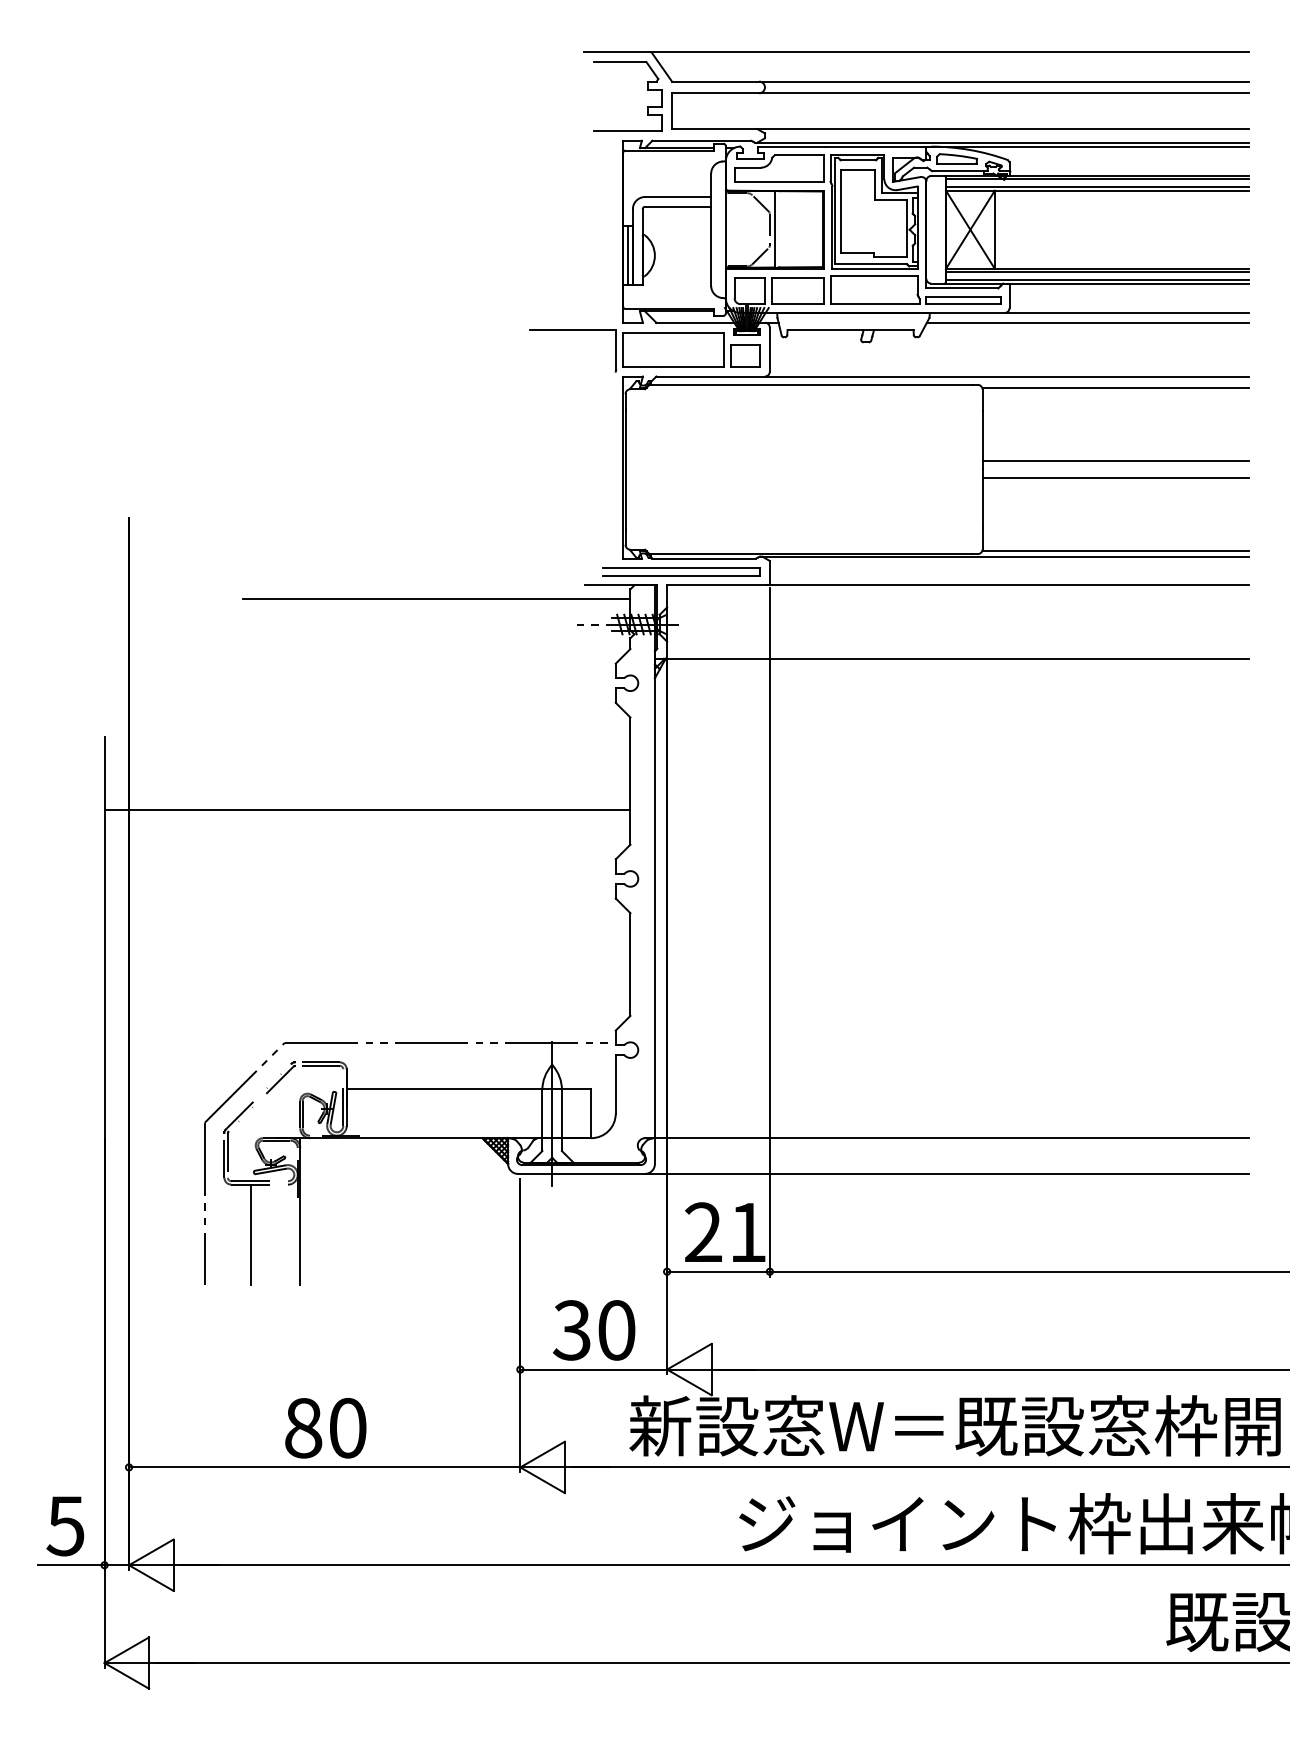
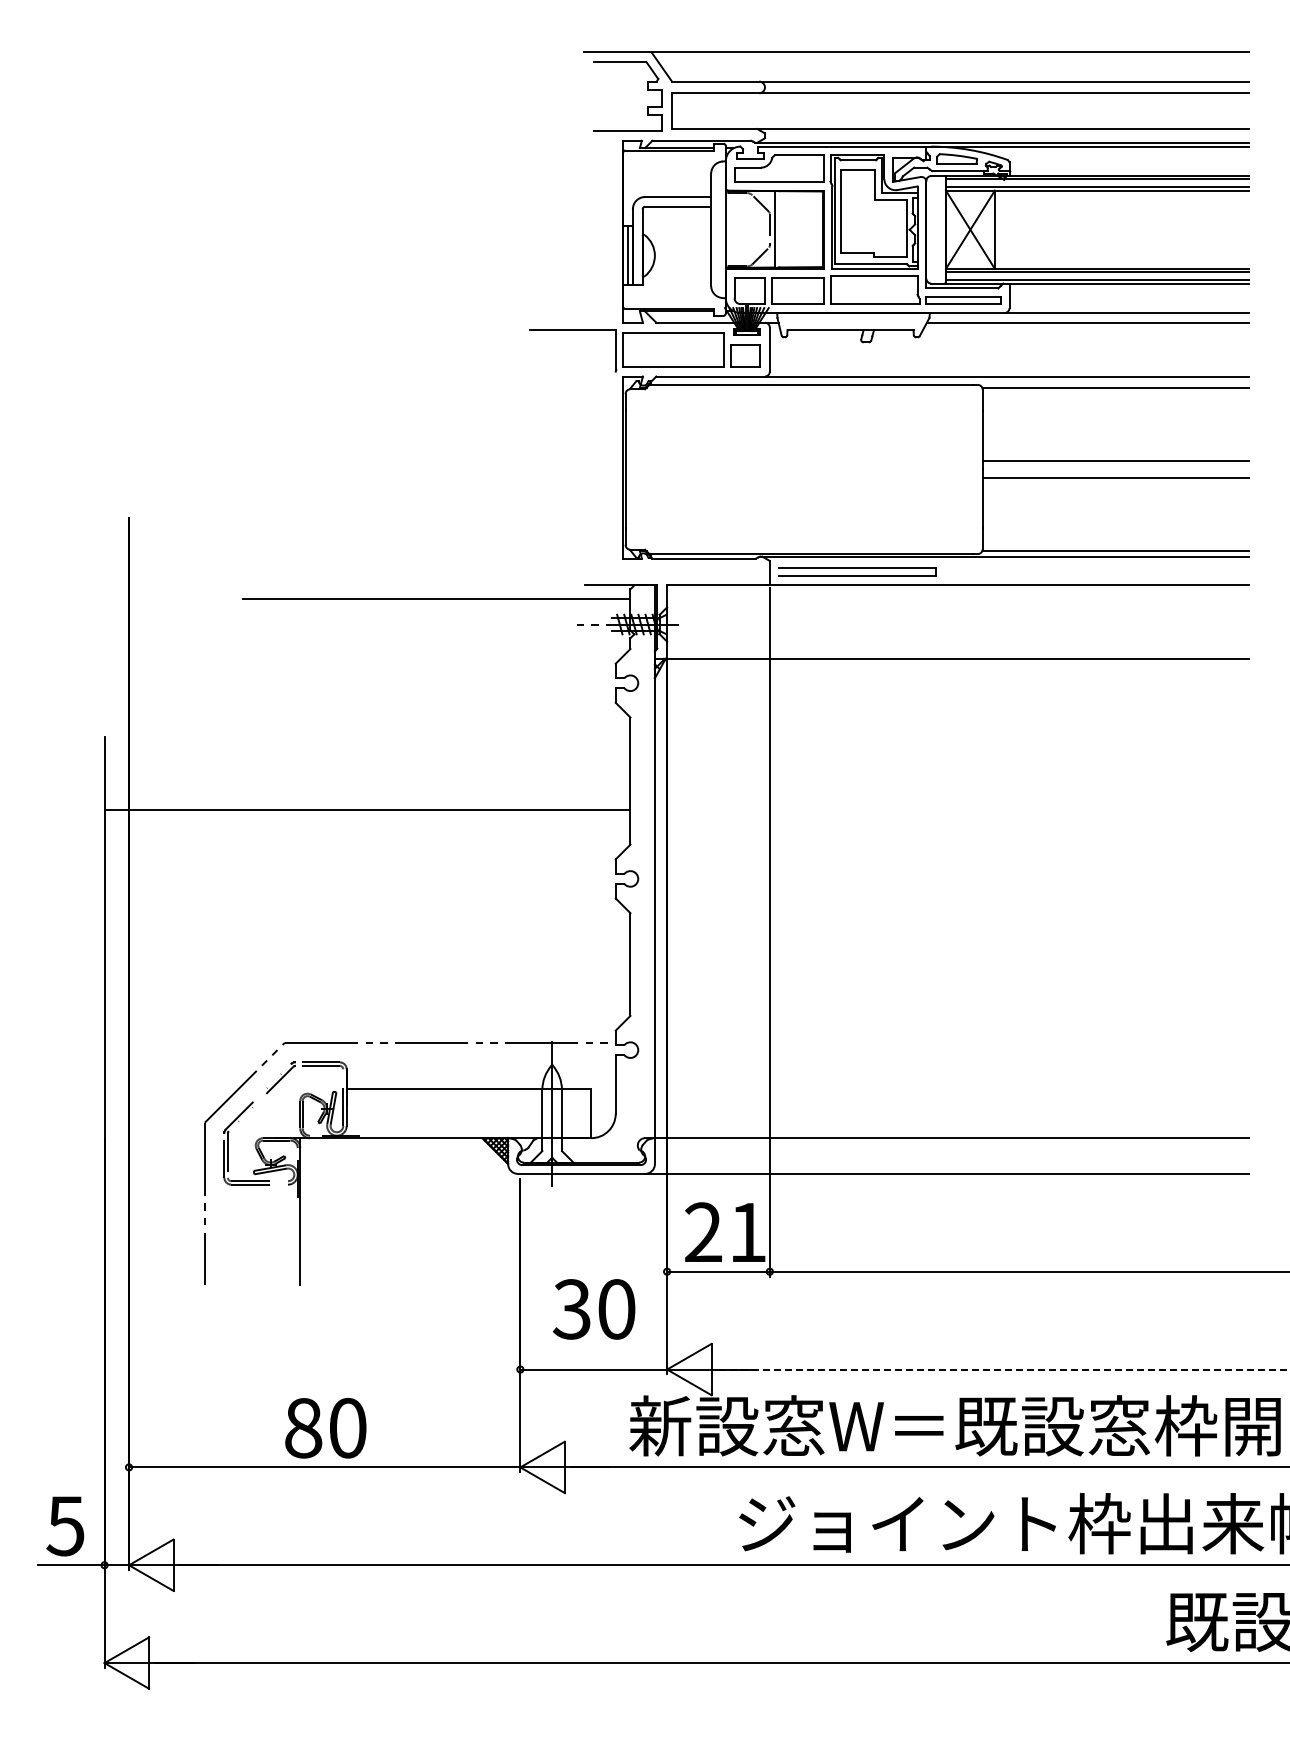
part at (681, 571) position: (681, 571) -> (857, 571)
line at (251, 1234): present -> none
text at (594, 1330) position: (594, 1330) -> (594, 1309)
line at (1004, 1369): solid -> dashed
